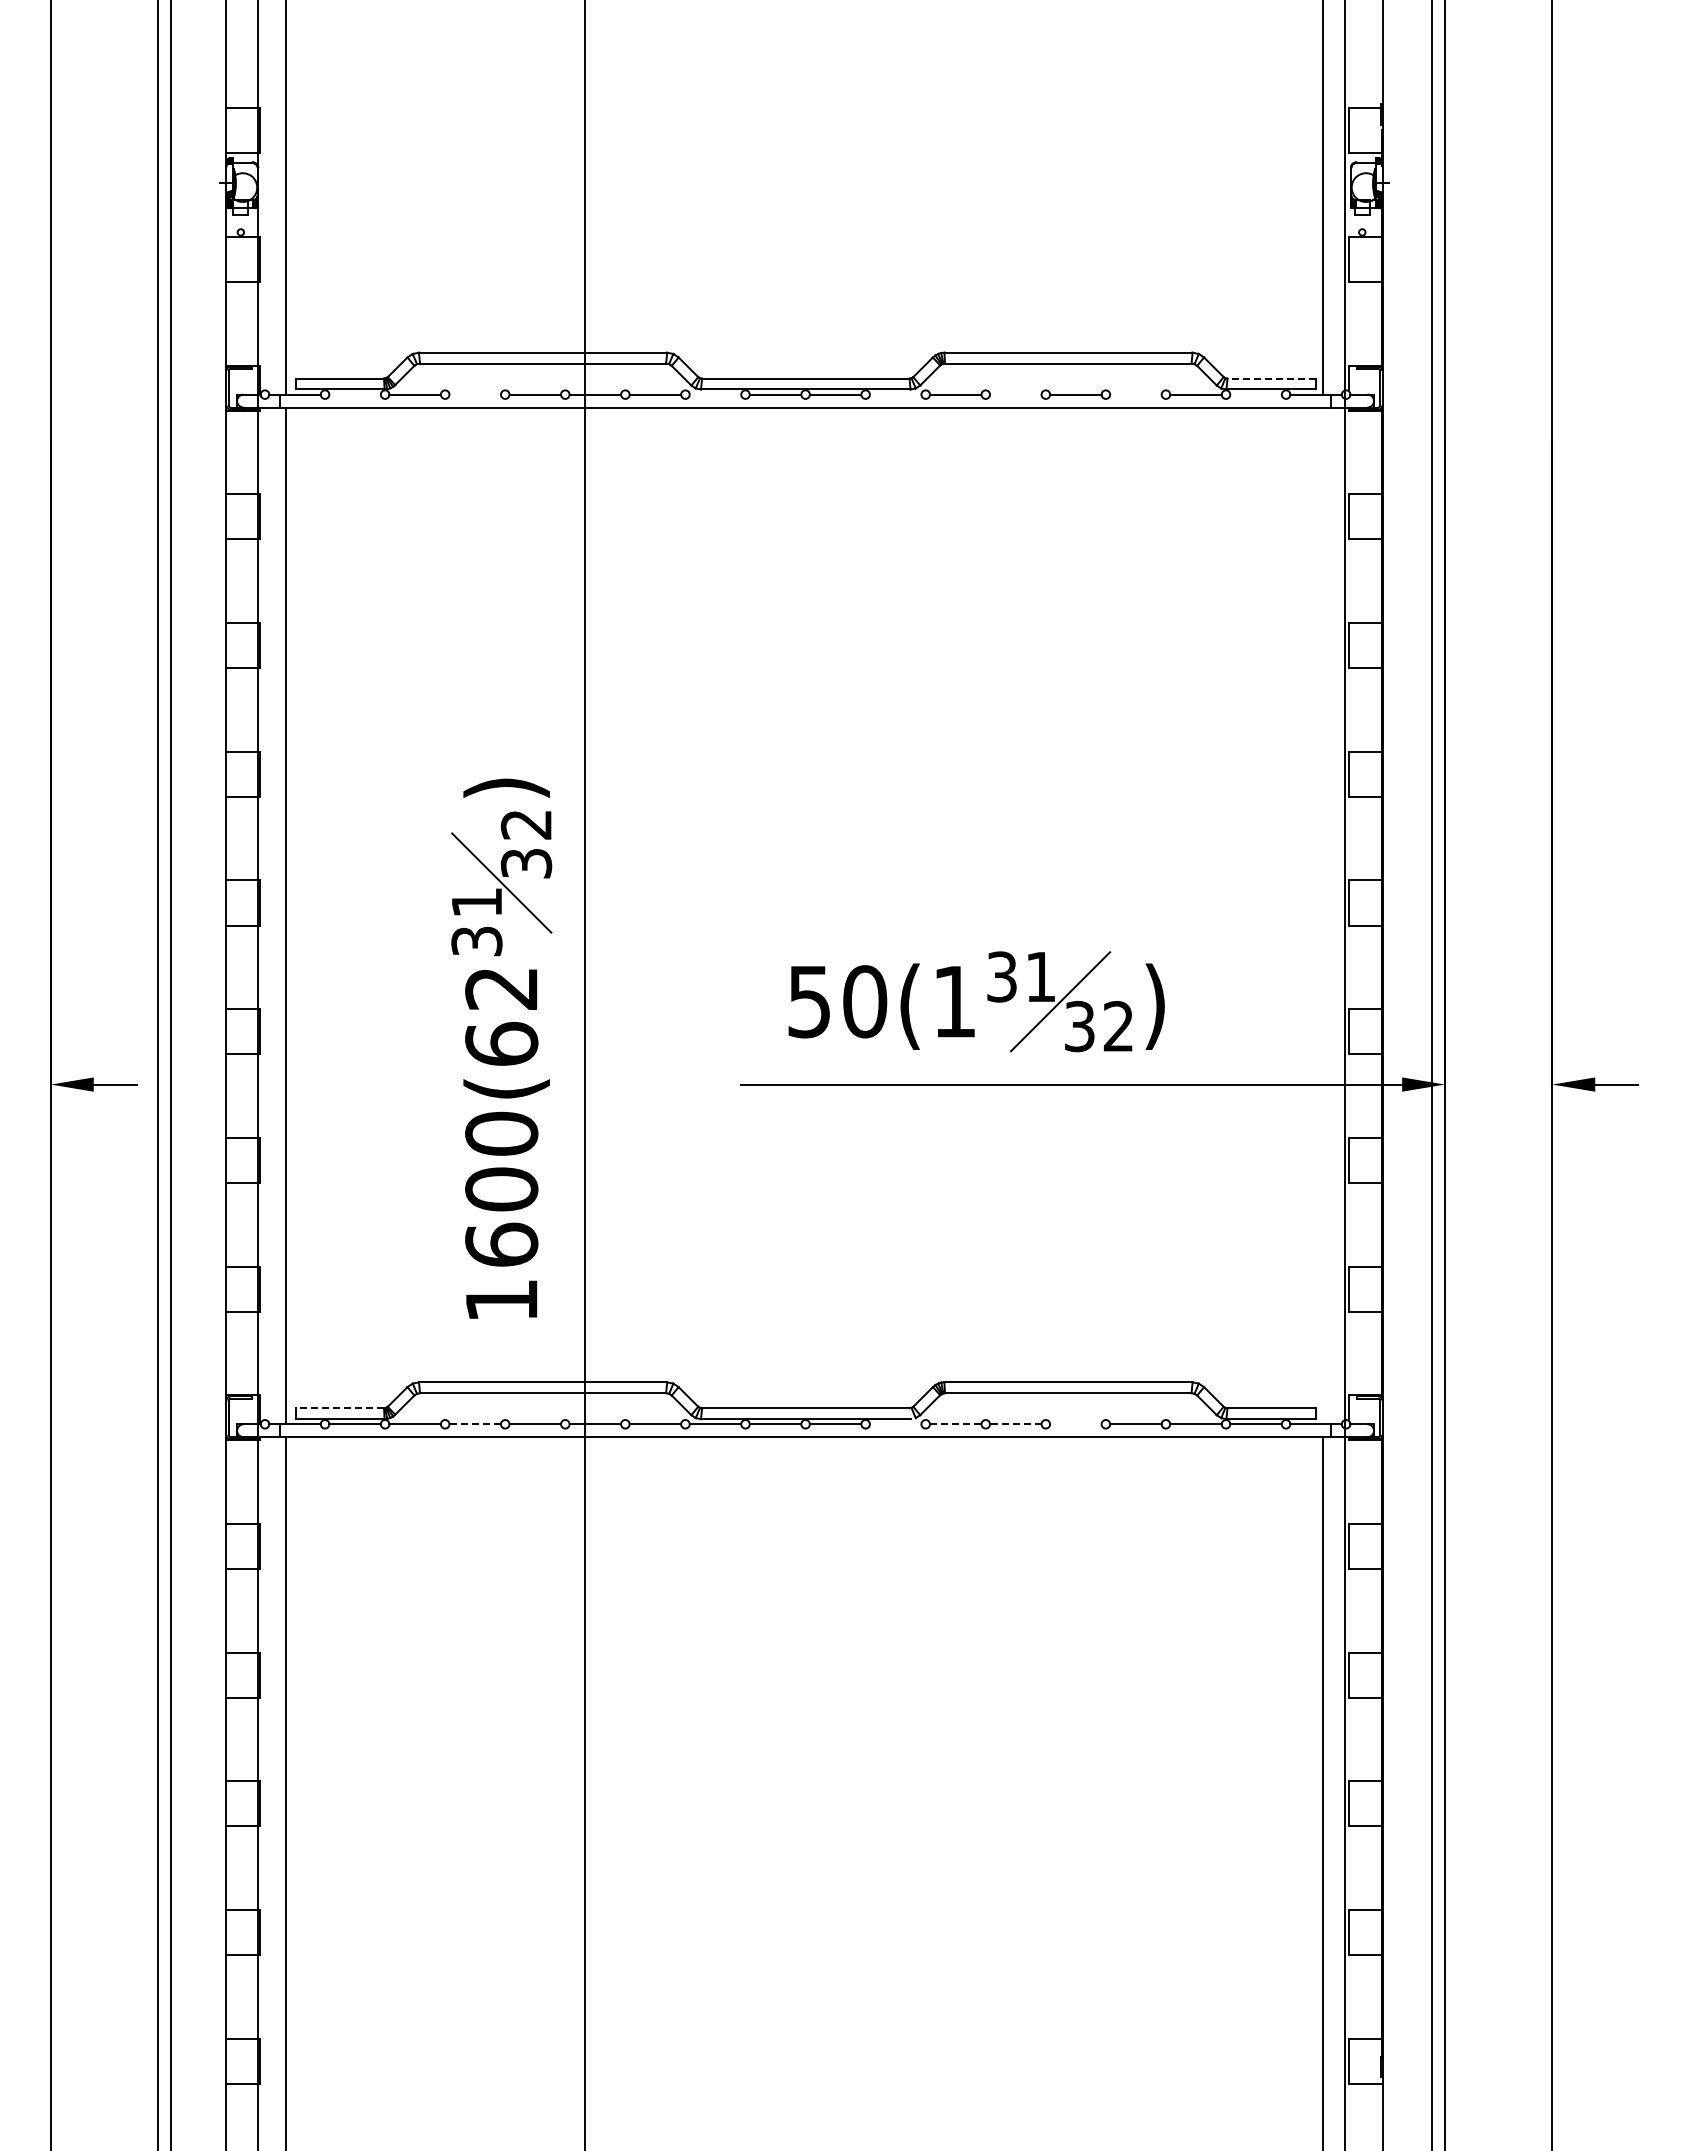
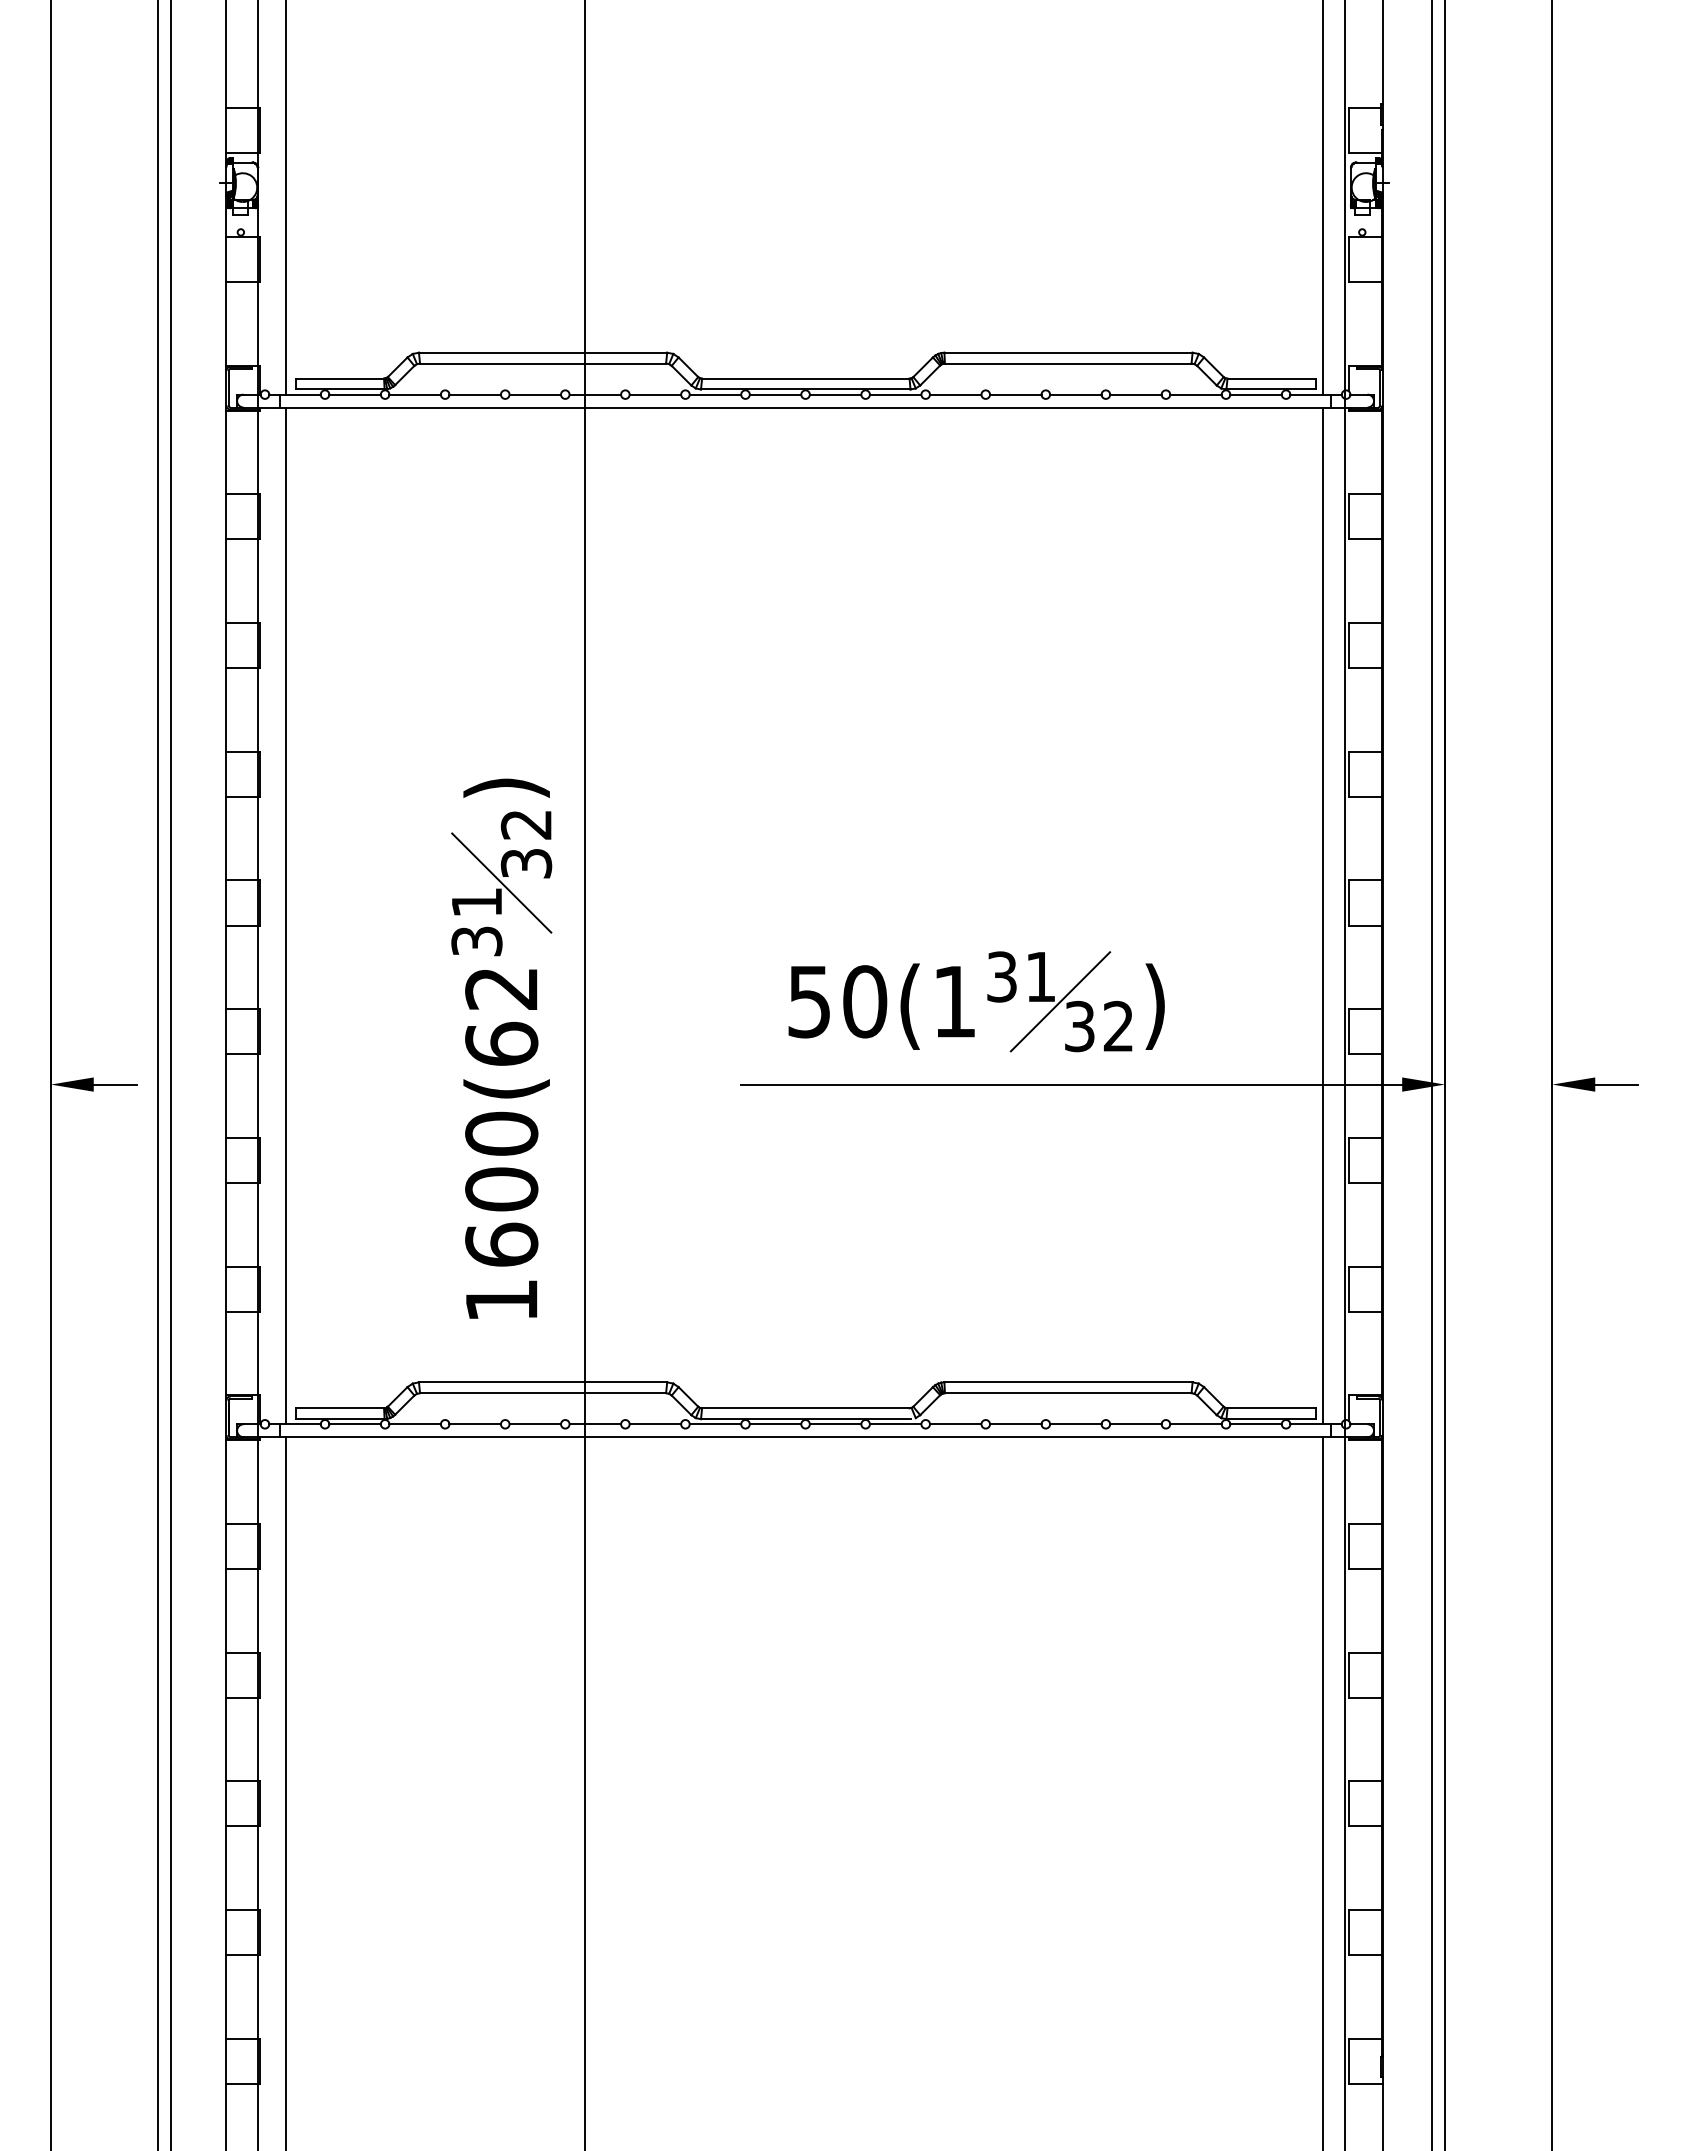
line at (1271, 378): dashed -> solid
line at (354, 394): none -> present
line at (474, 394): none -> present
line at (715, 394): none -> present
line at (895, 394): none -> present
line at (1015, 394): none -> present
line at (1135, 394): none -> present
line at (1255, 394): none -> present
line at (1323, 915): none -> present
line at (339, 1408): dashed -> solid
line at (475, 1424): dashed -> solid
line at (895, 1424): none -> present
line at (955, 1424): dashed -> solid
line at (1015, 1424): dashed -> solid
line at (1075, 1424): none -> present
